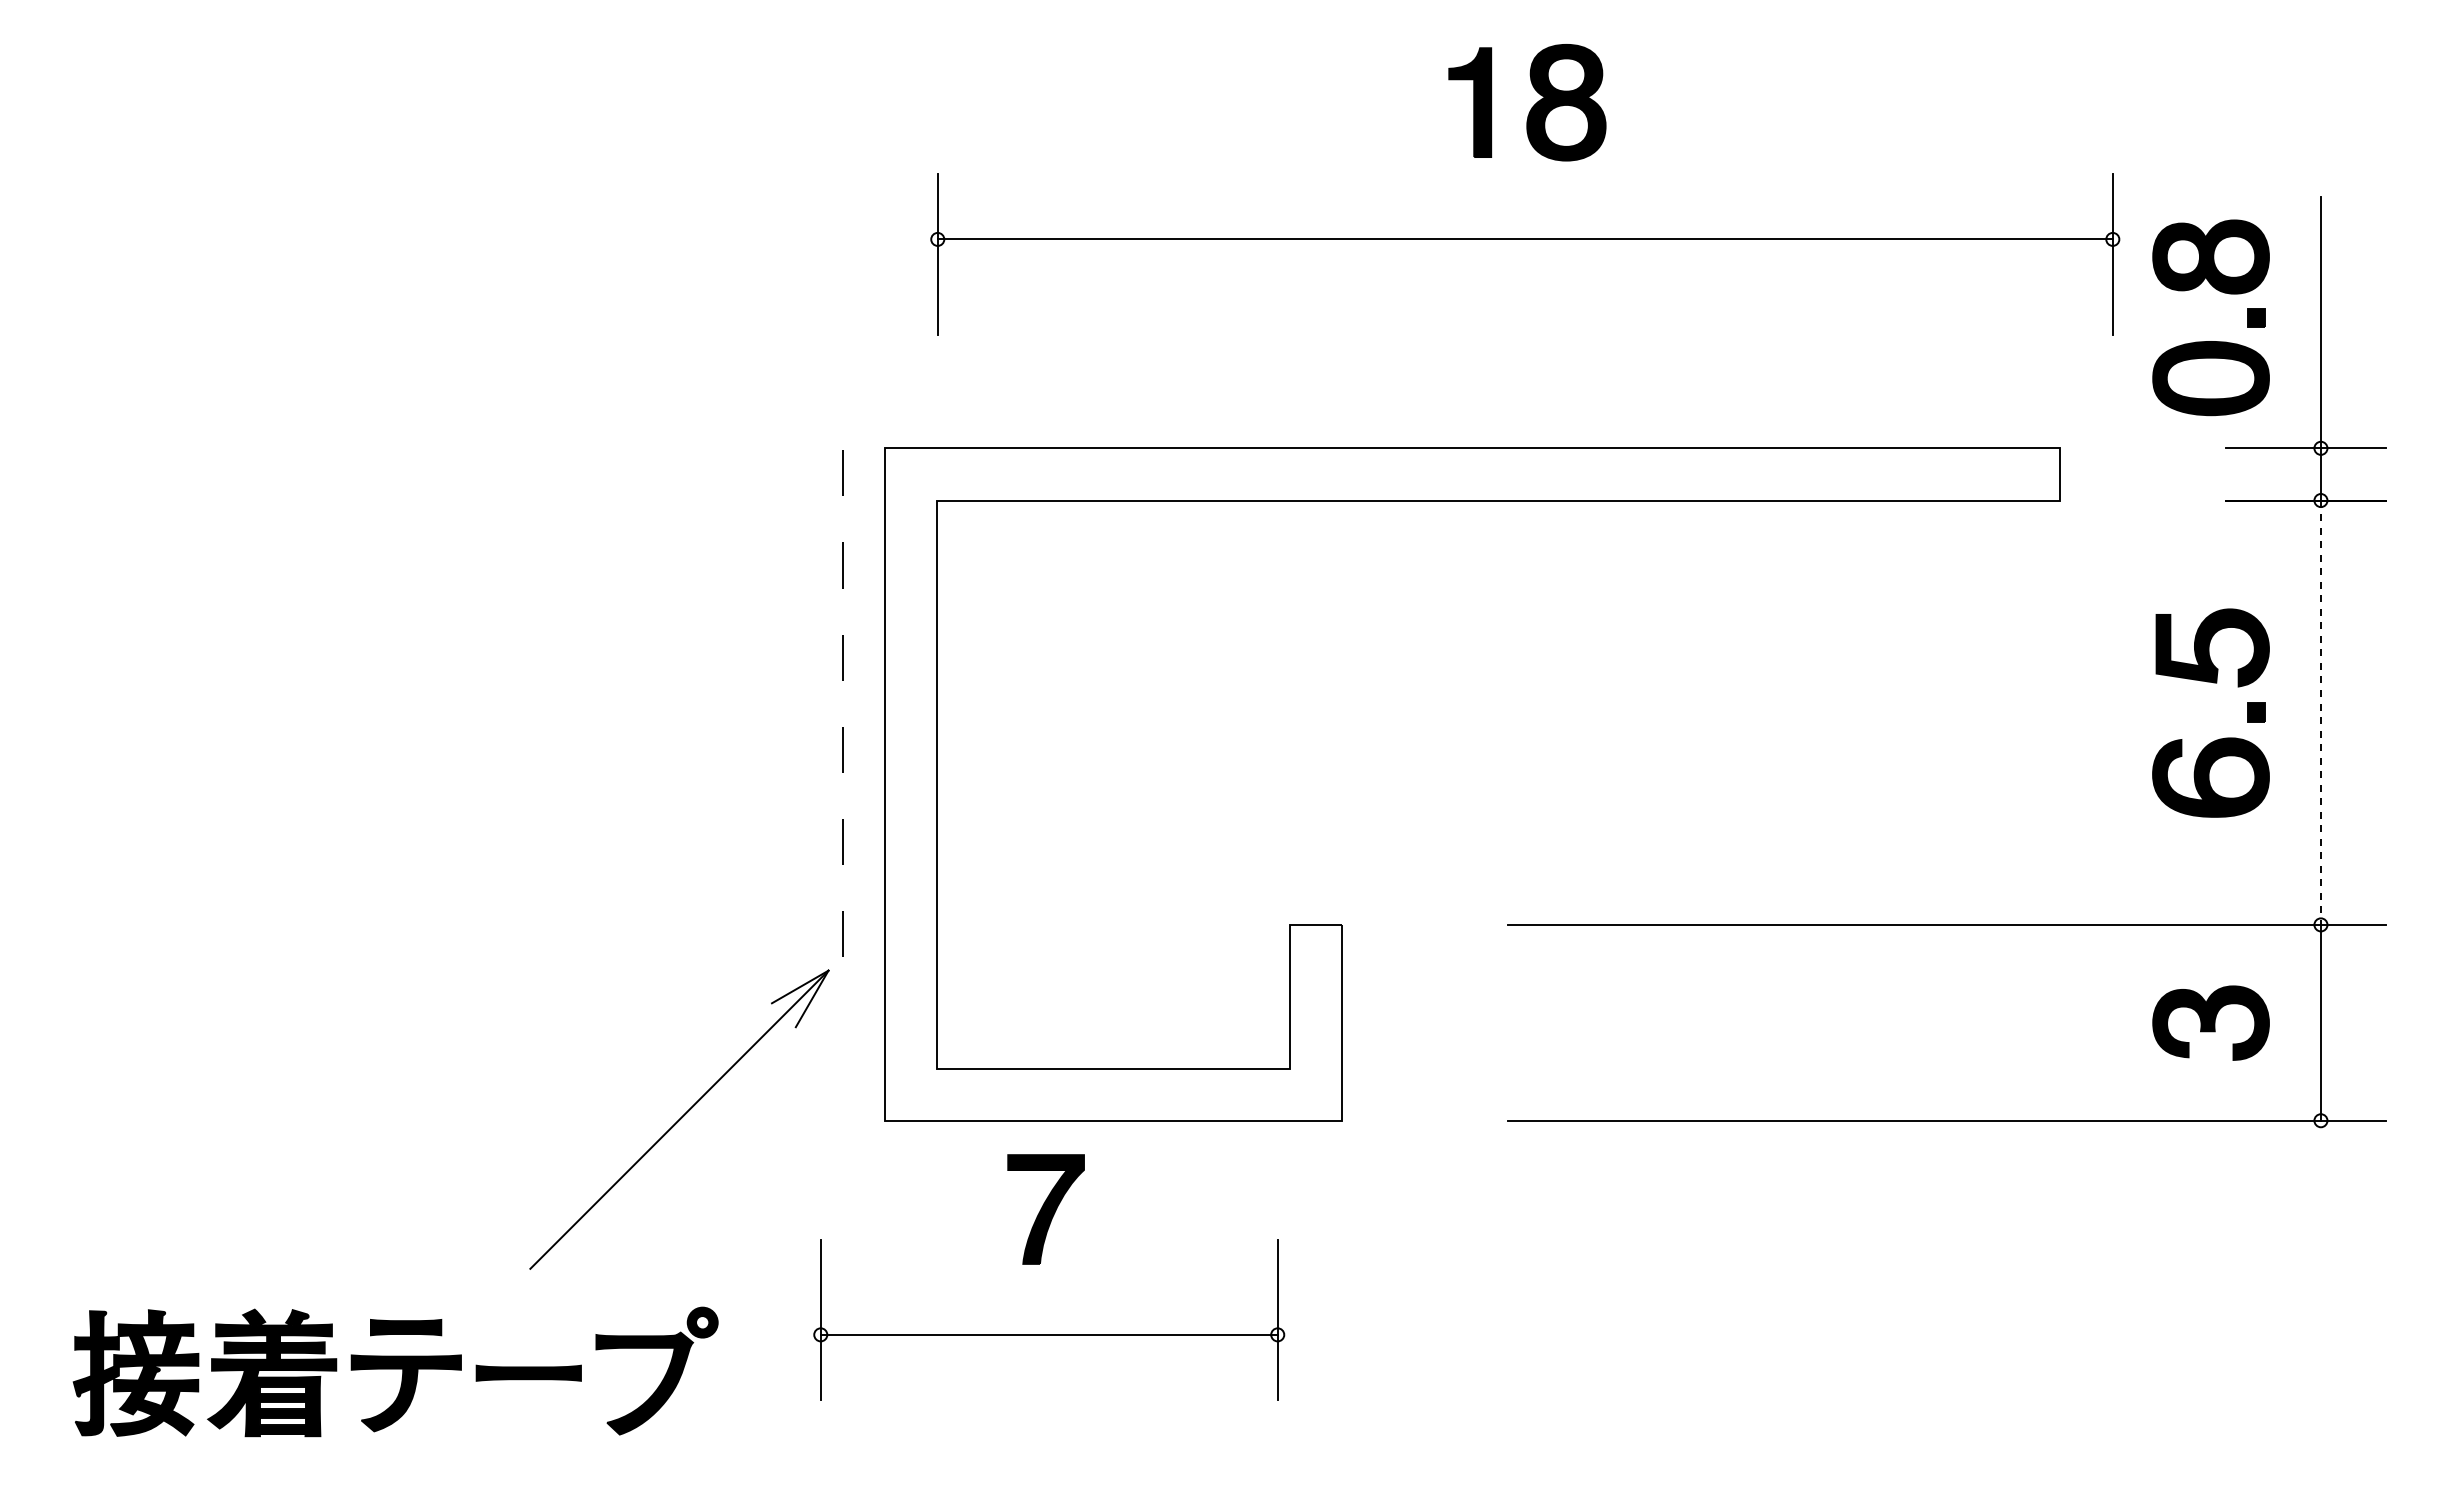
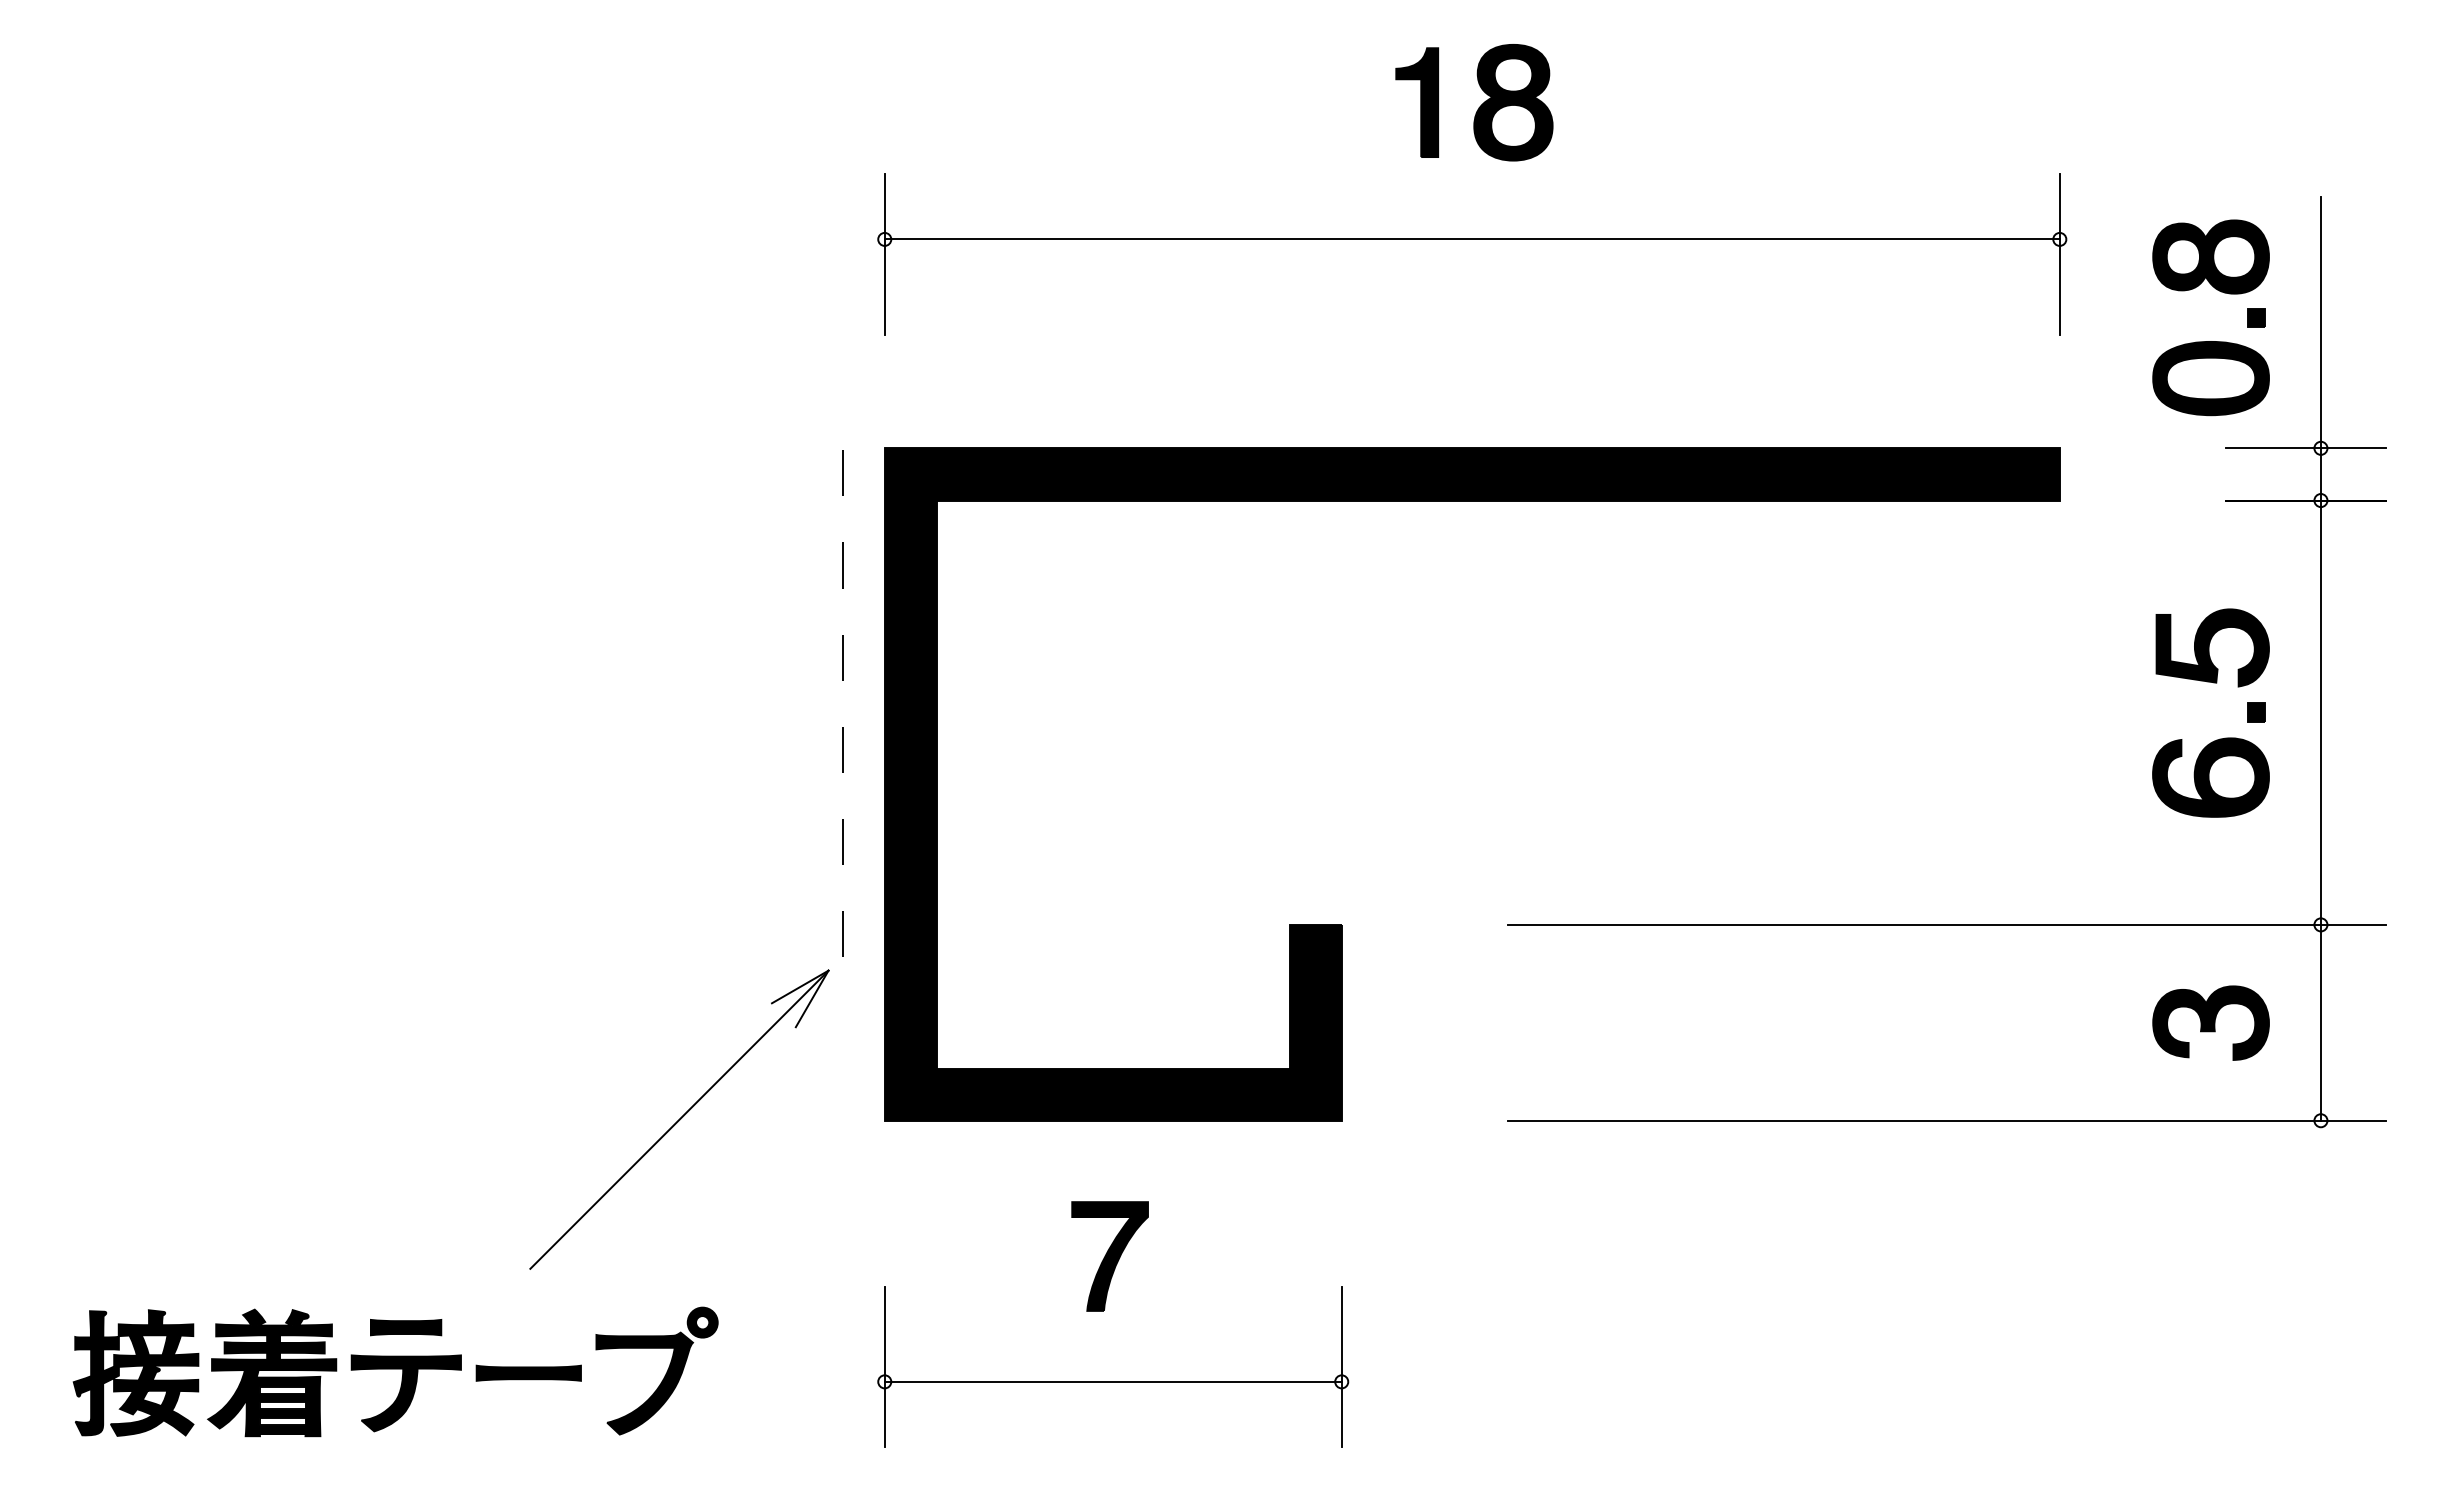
part at (1541, 155) position: (1541, 155) -> (1488, 155)
line at (2320, 713): dashed -> solid
fill at (1471, 784): none -> present
part at (1039, 1264) position: (1039, 1264) -> (1103, 1311)
